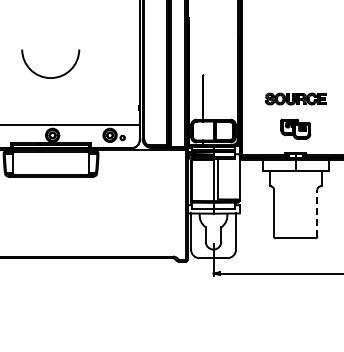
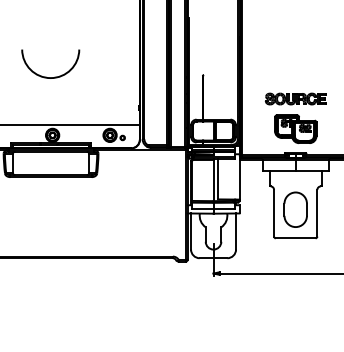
part at (295, 128) size: 32x22 px -> 44x30 px
part at (295, 209): none -> present
line at (317, 212): dashed -> solid
